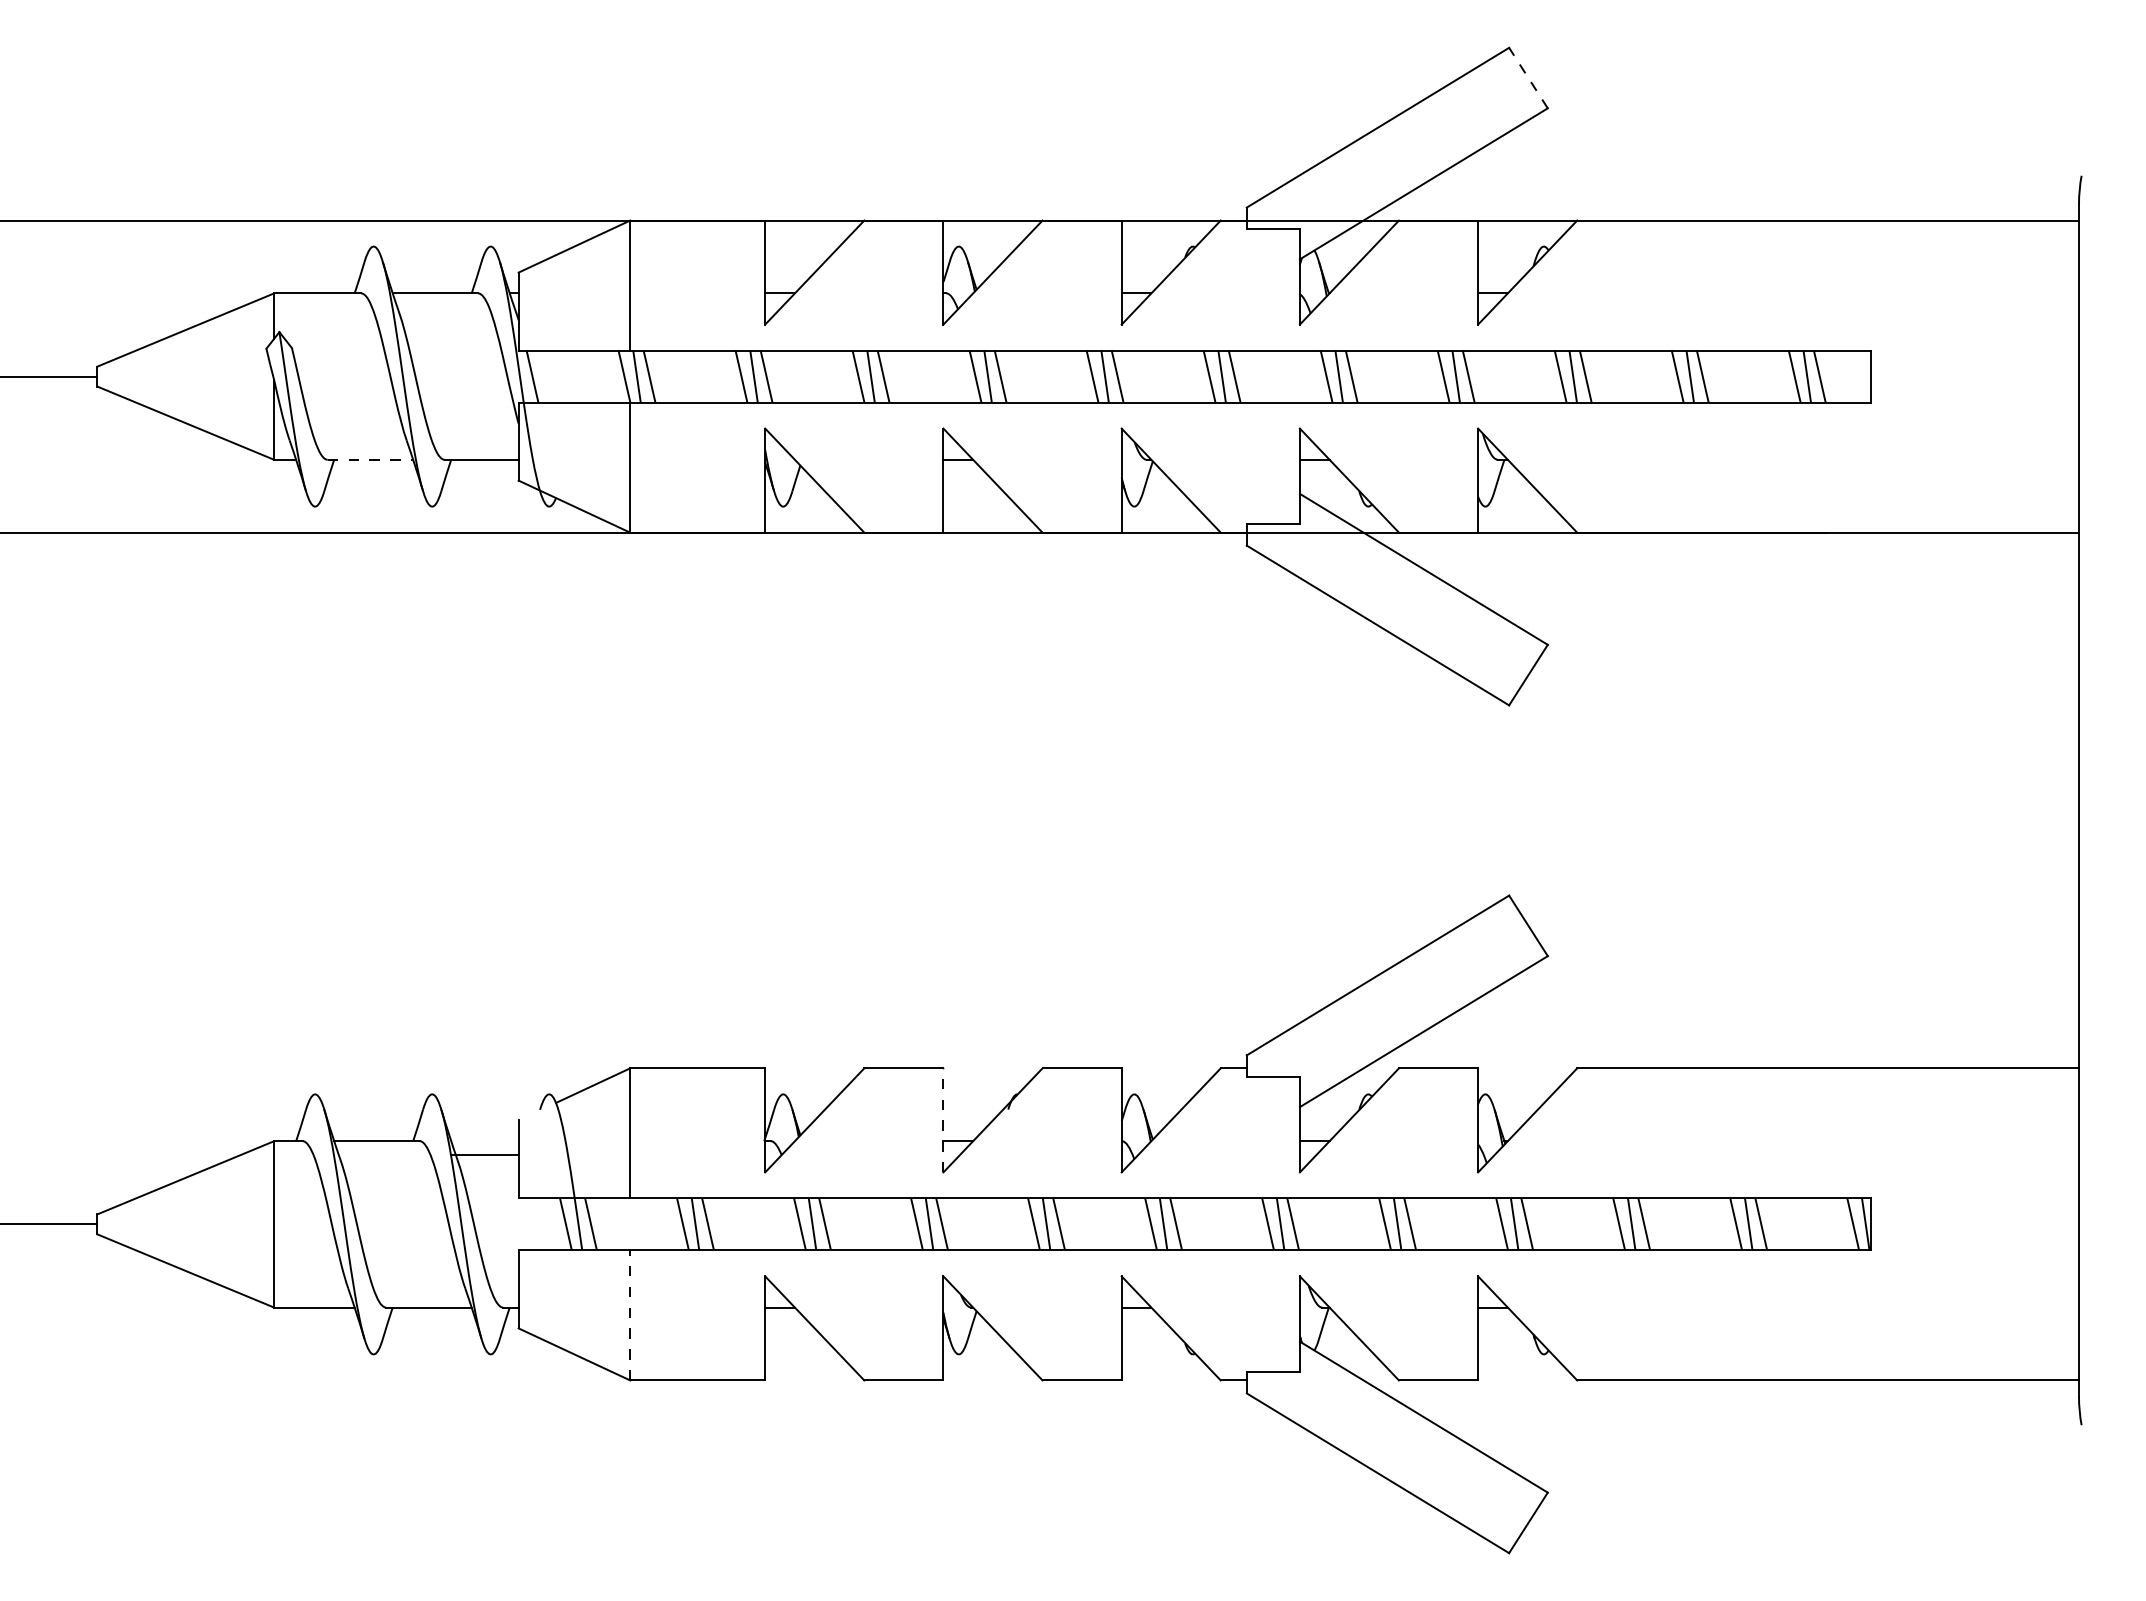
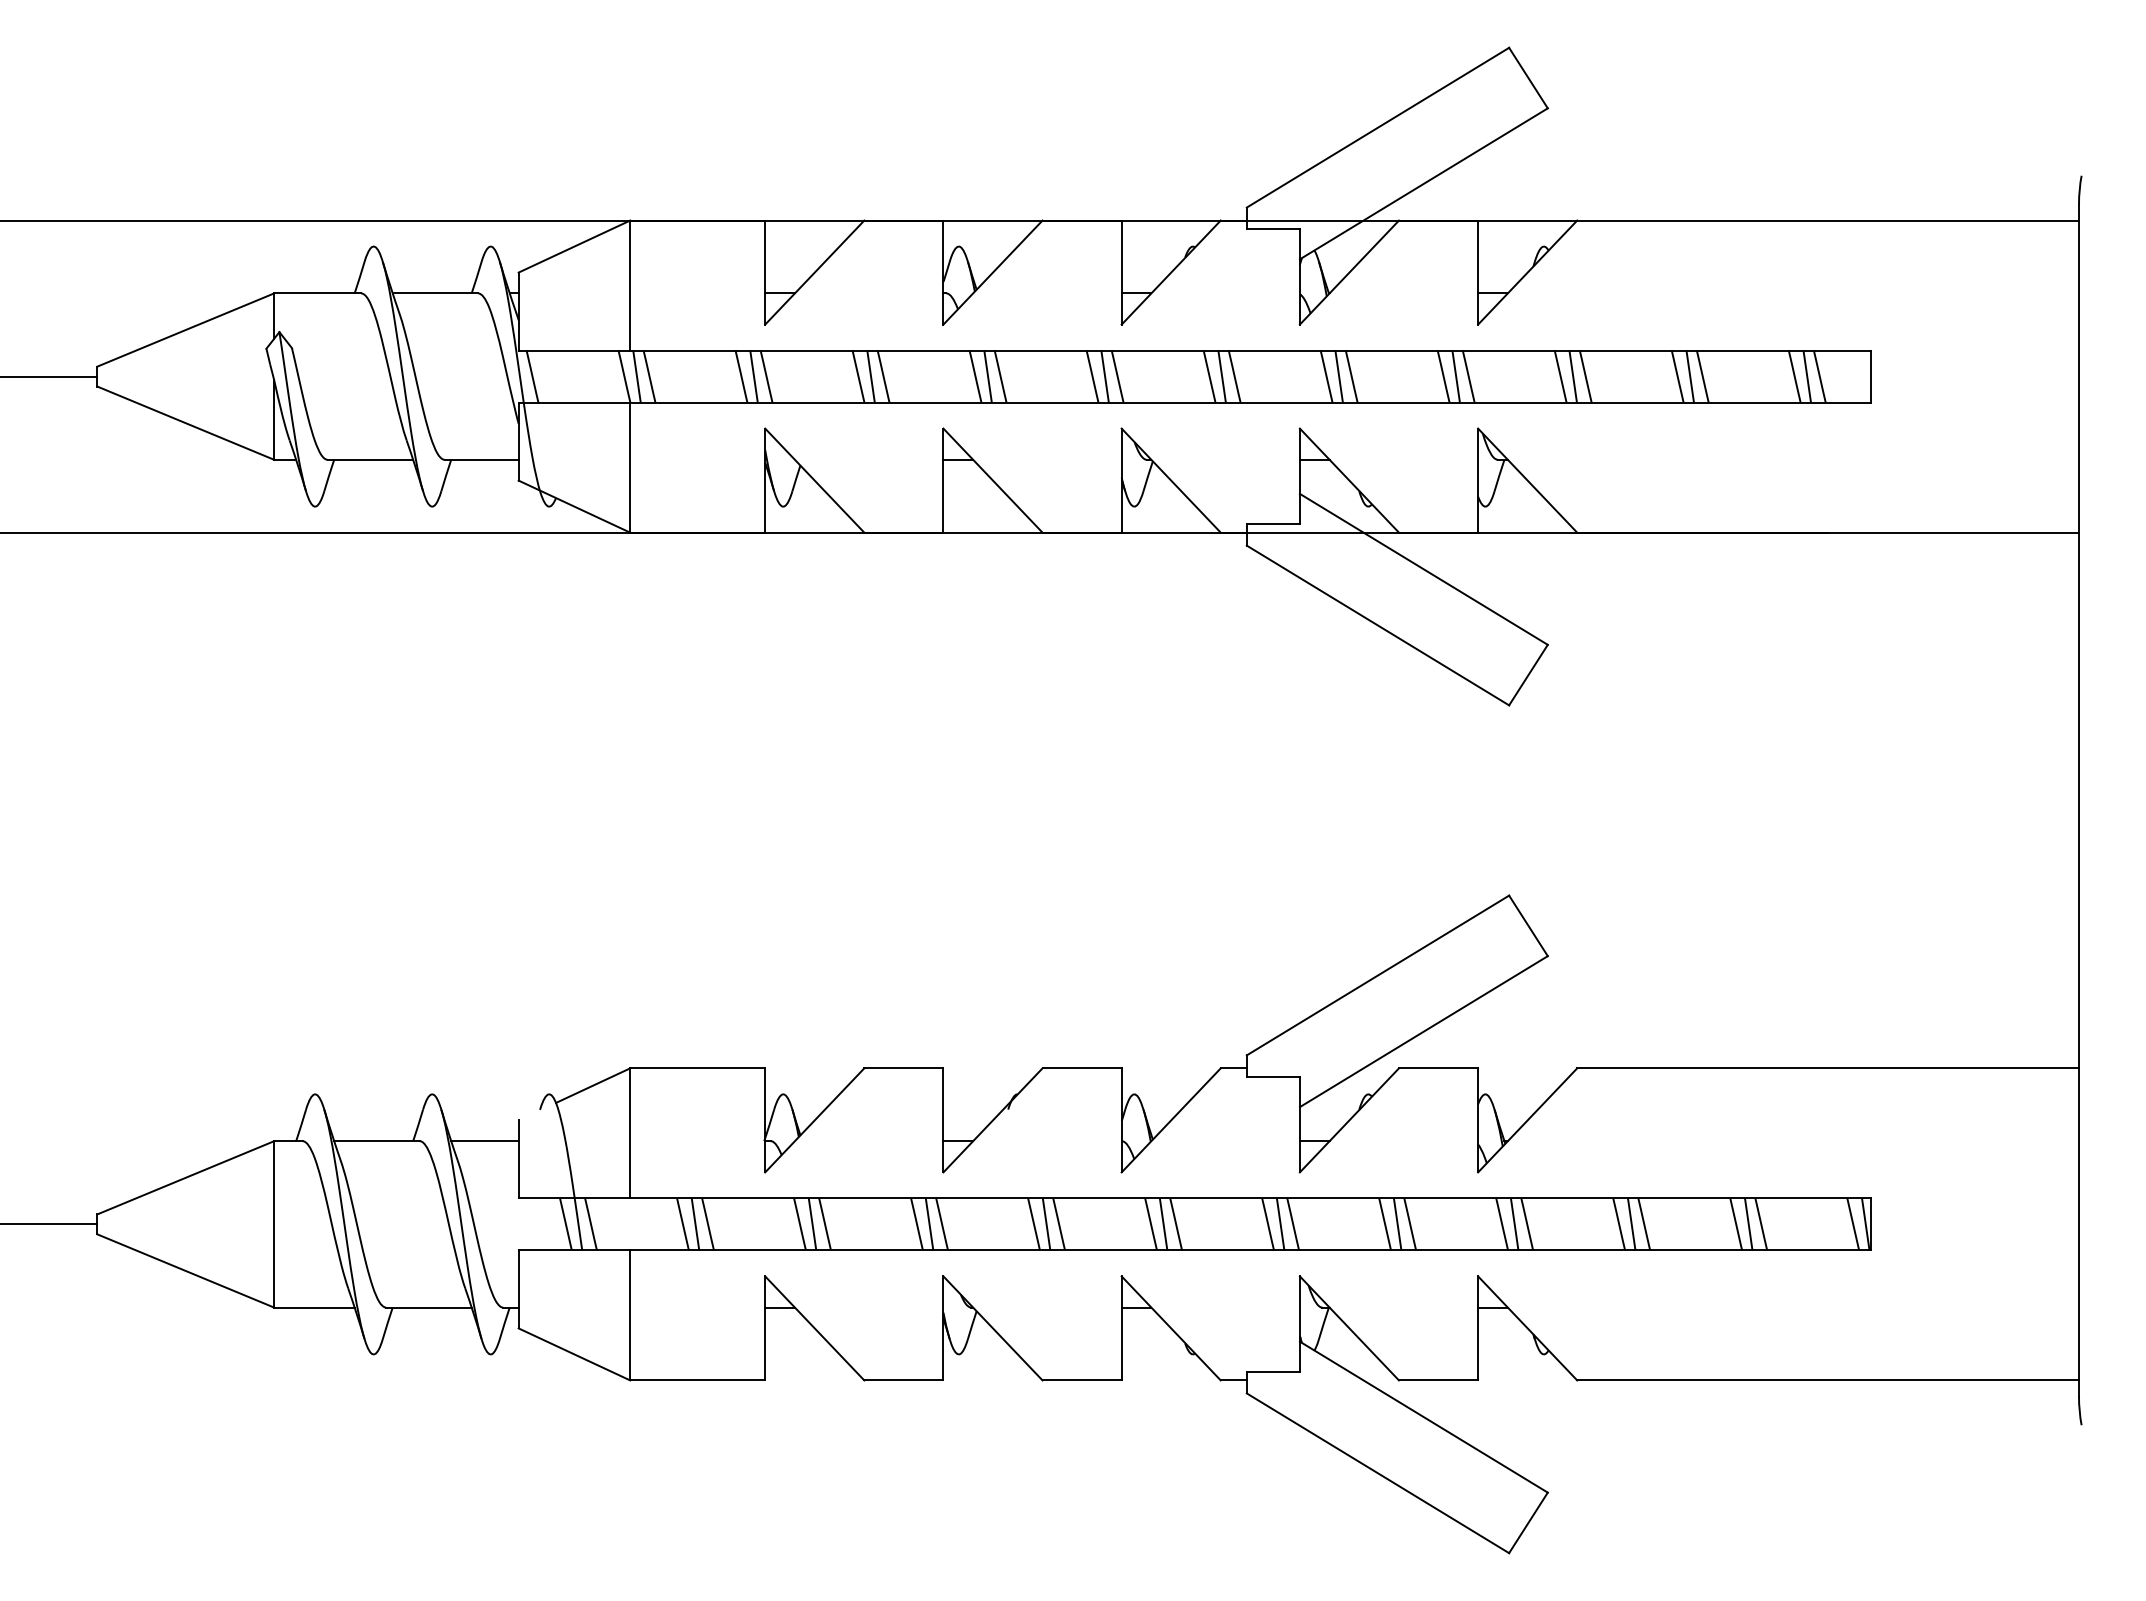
line at (1528, 78): dashed -> solid
line at (370, 459): dashed -> solid
line at (943, 1119): dashed -> solid
line at (484, 1155) position: (484, 1155) -> (484, 1141)
line at (630, 1314): dashed -> solid
